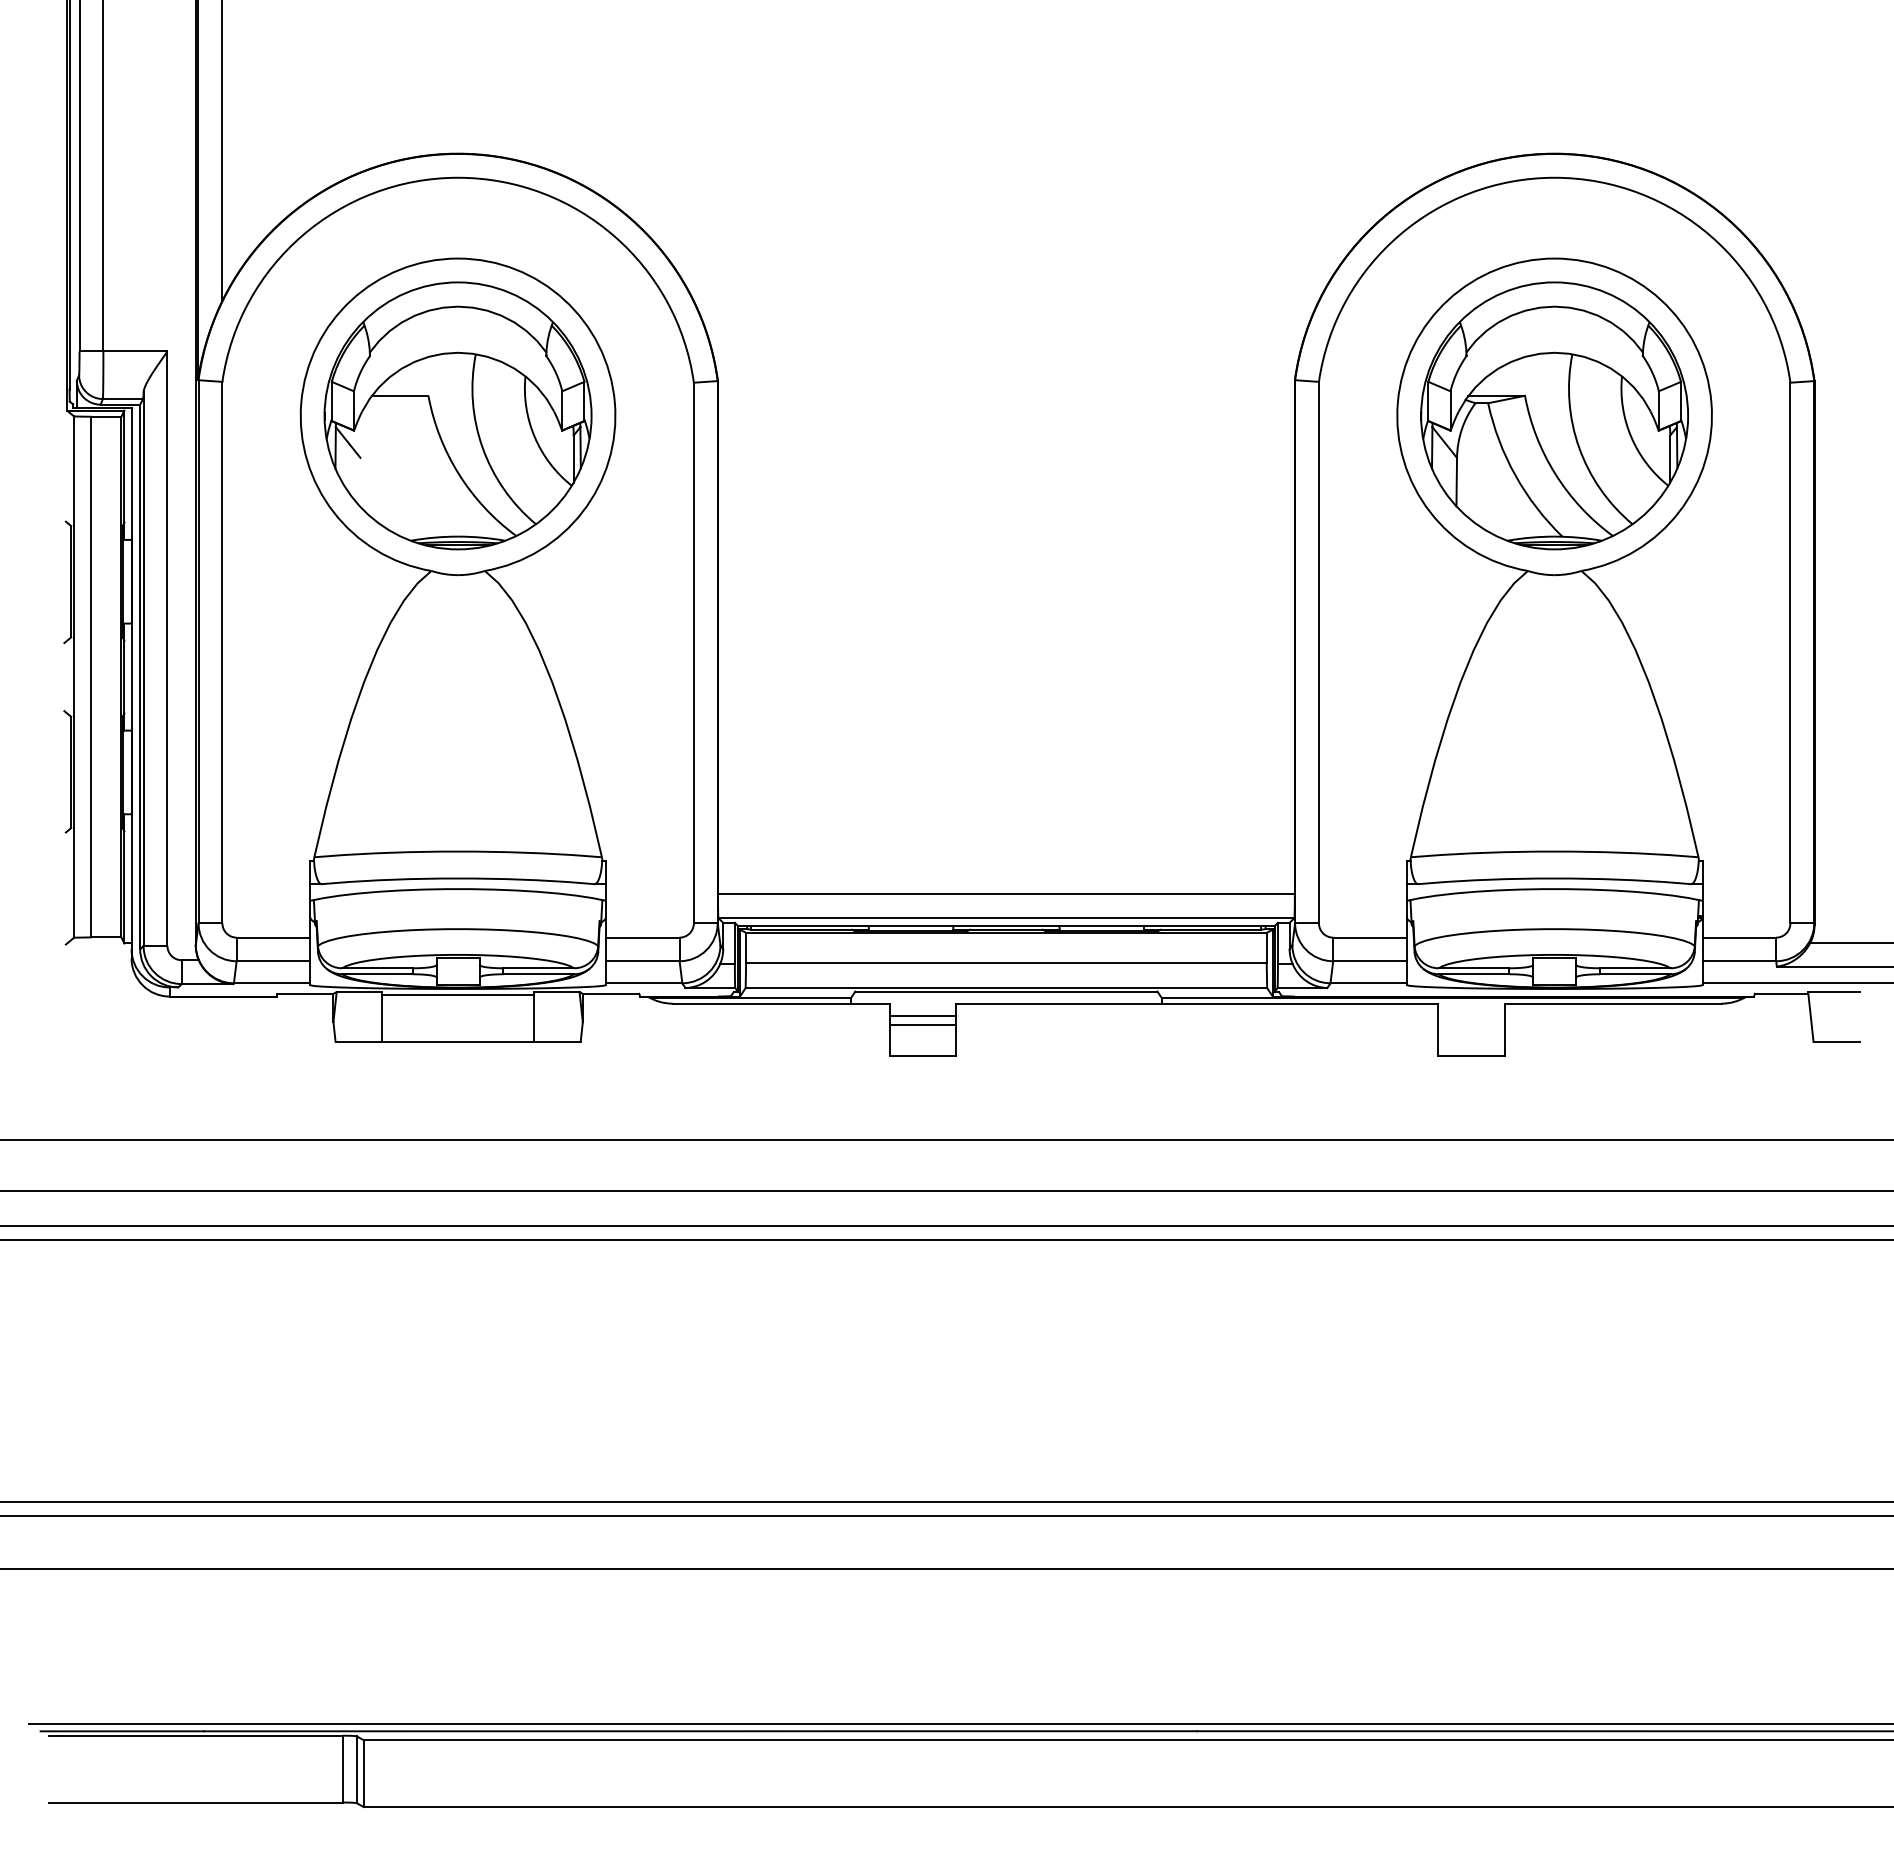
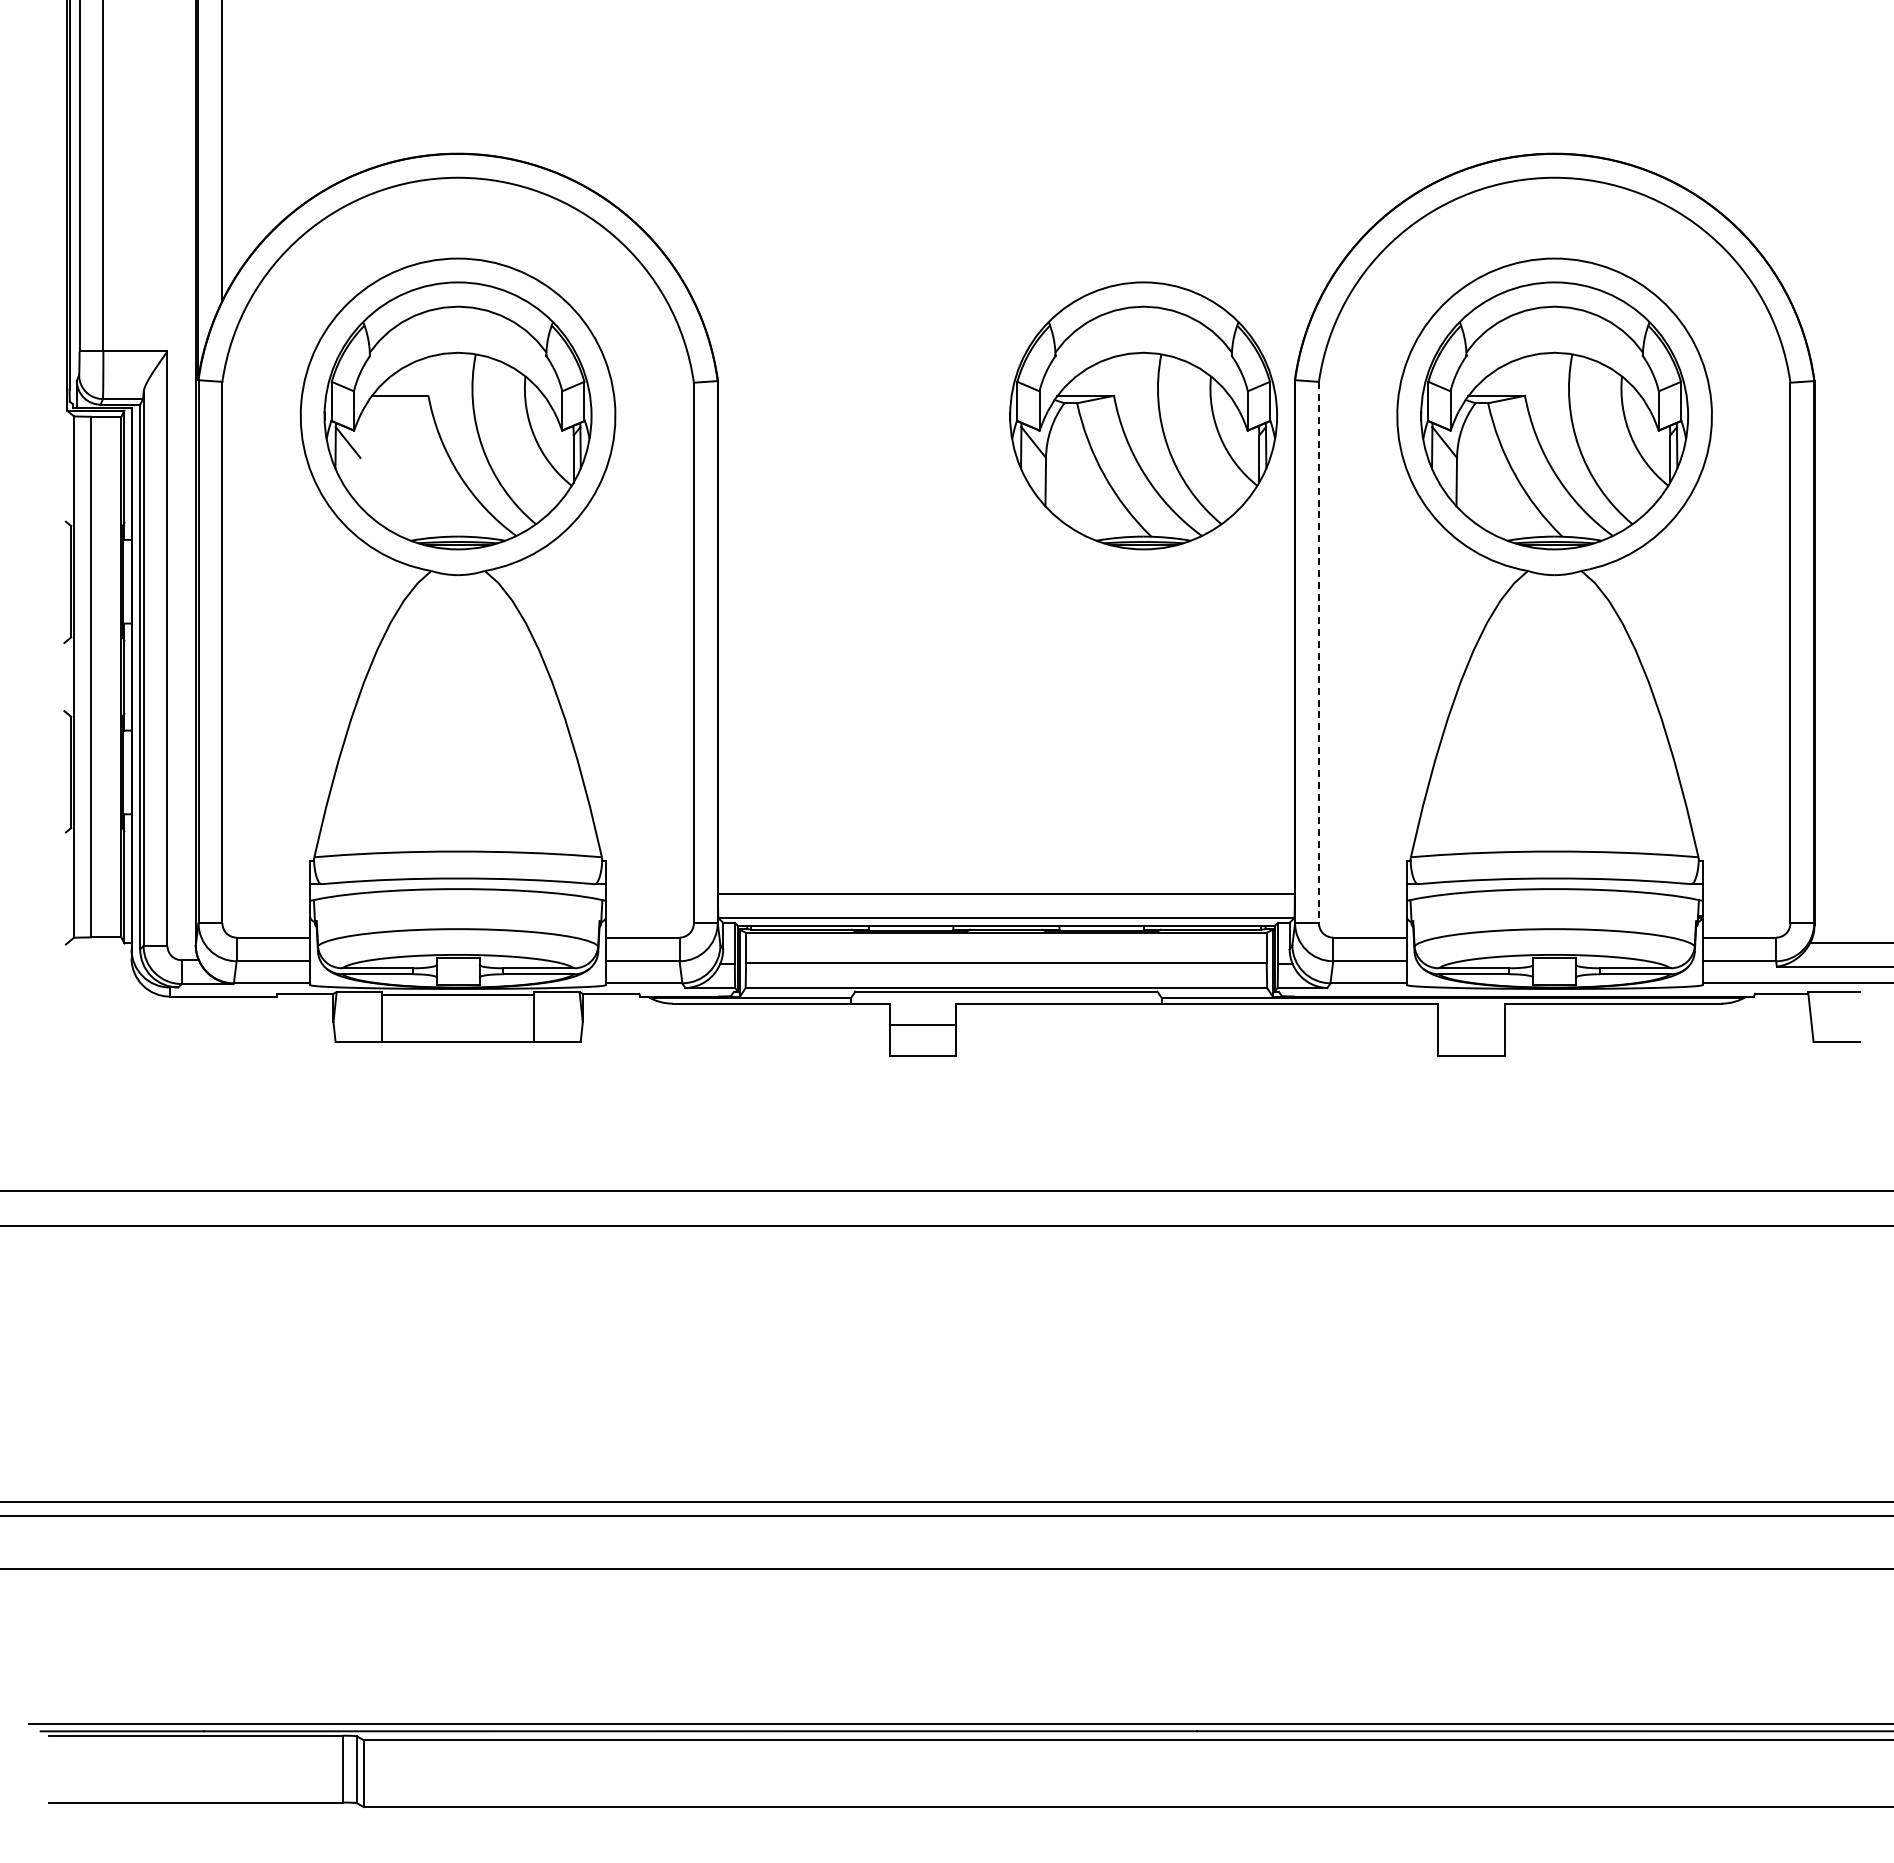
part at (1143, 415): none -> present
line at (1318, 652): solid -> dashed
line at (922, 1016): present -> none
line at (946, 1139): present -> none
line at (946, 1239): present -> none
